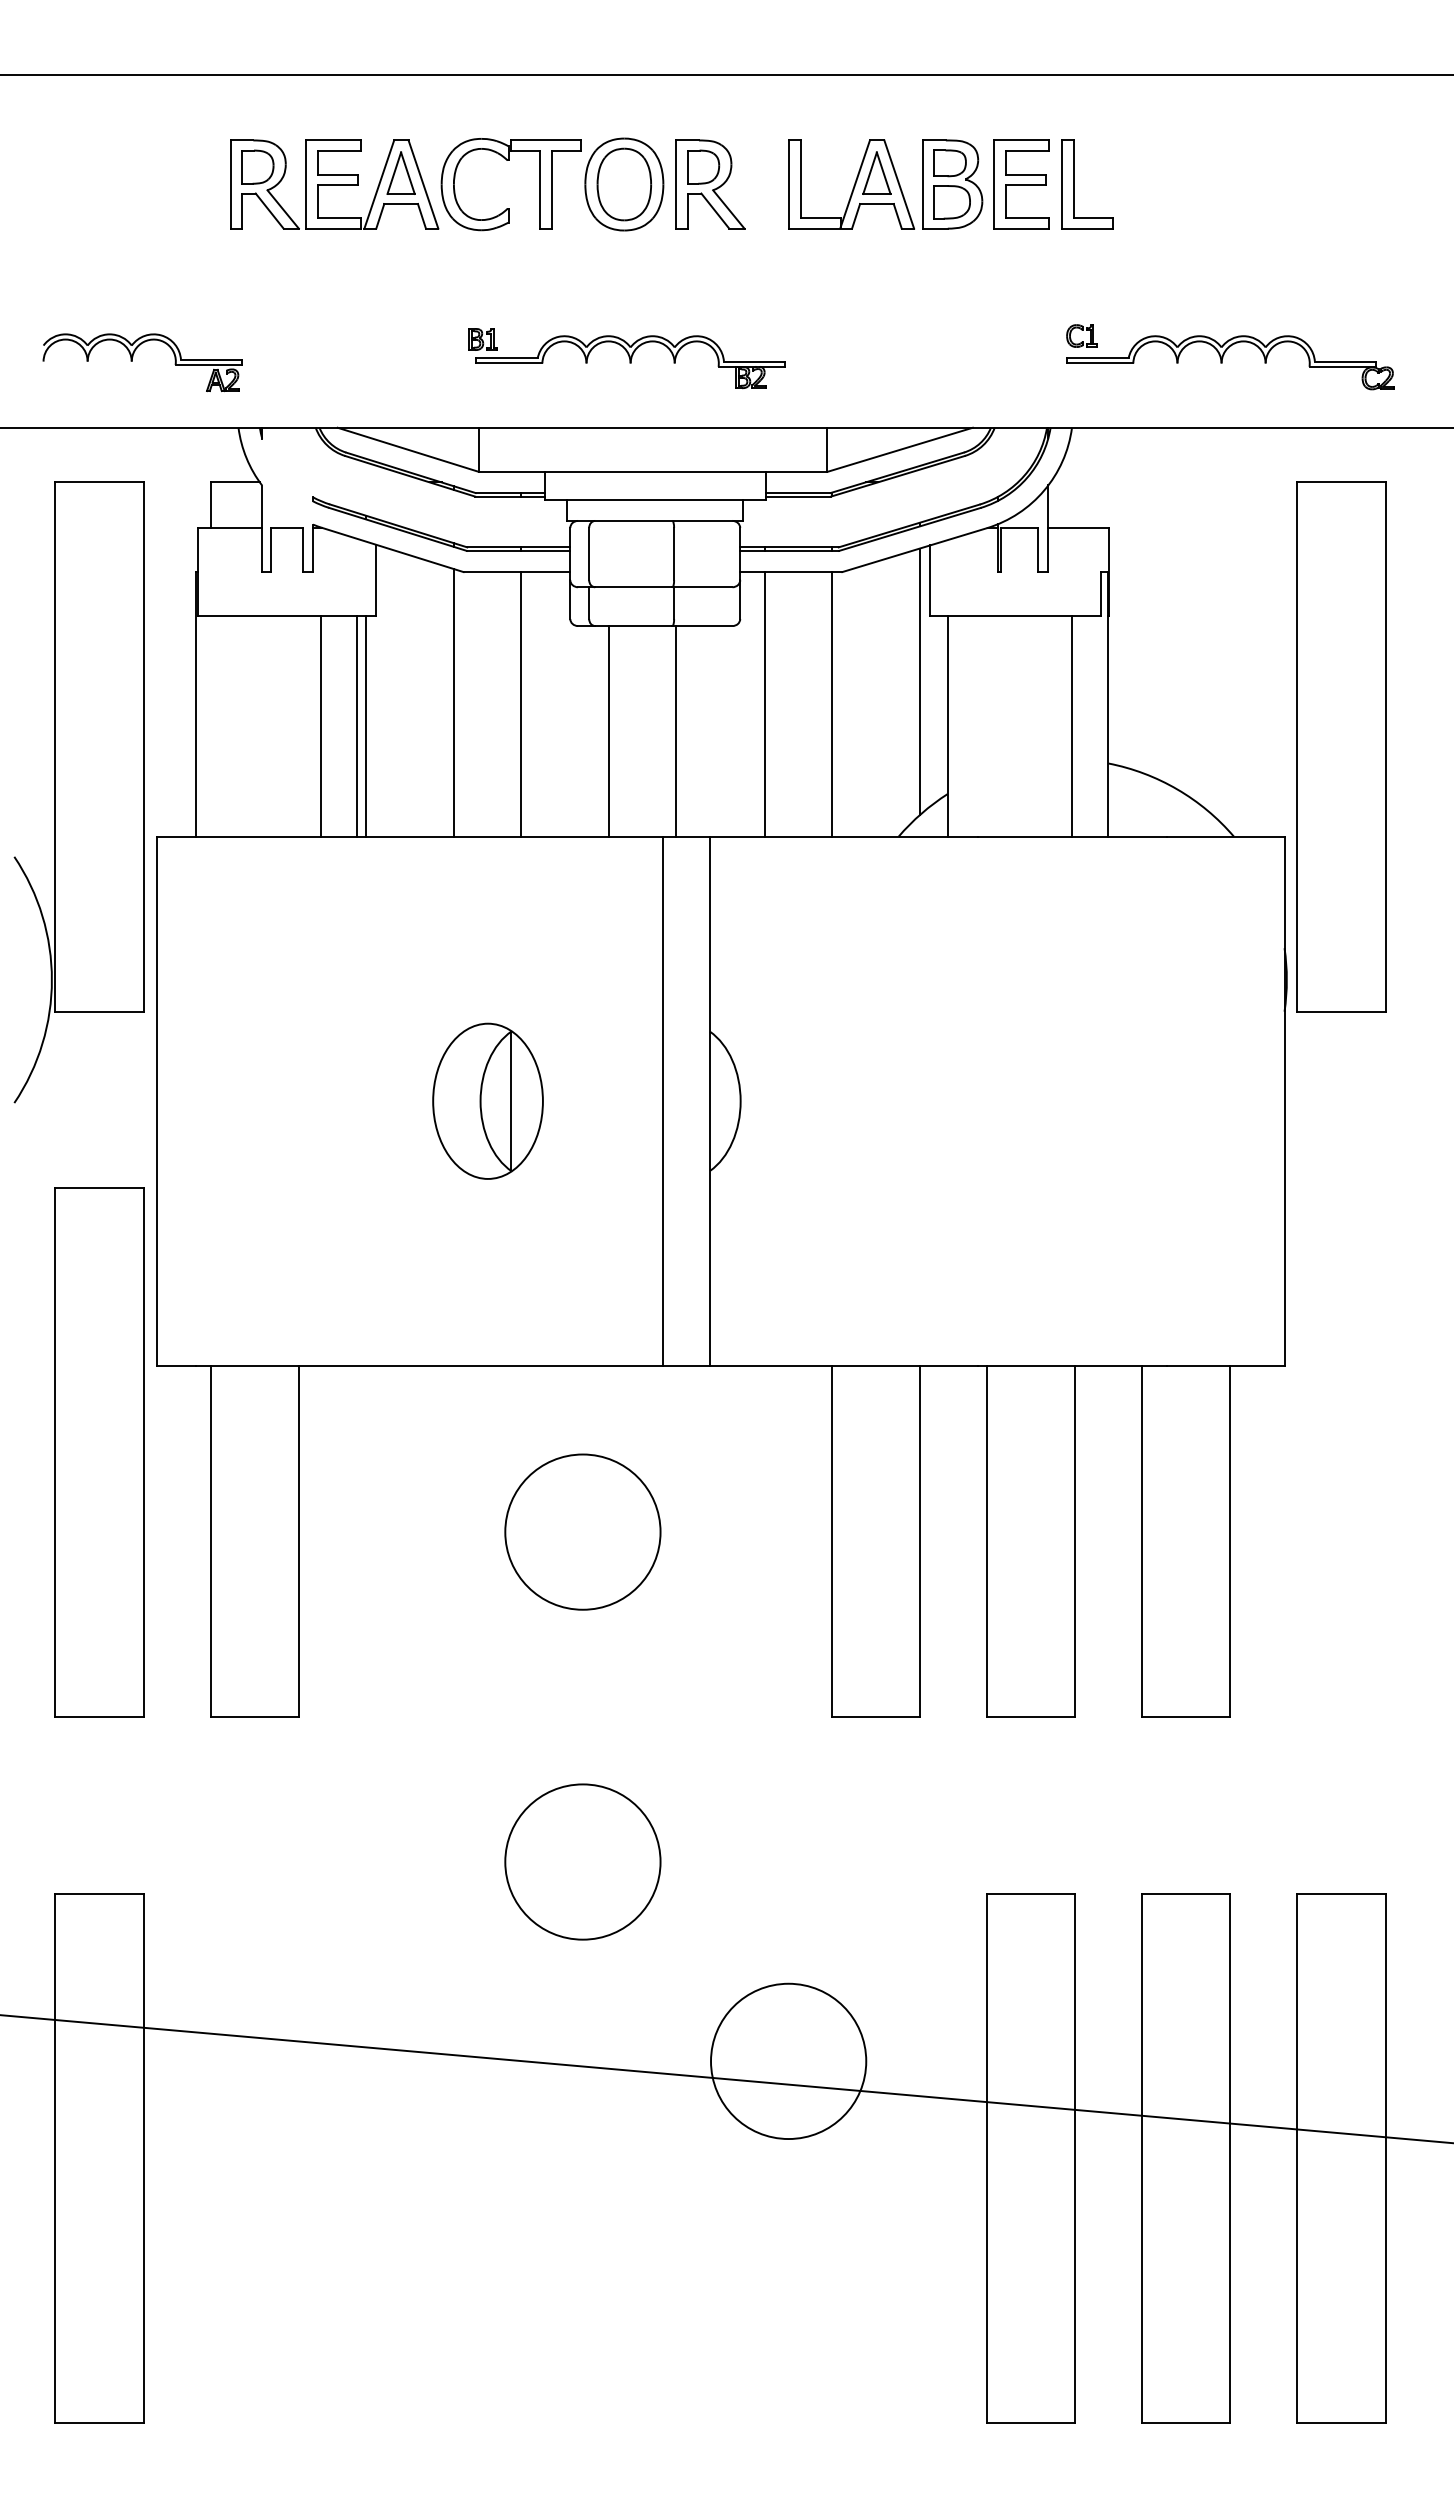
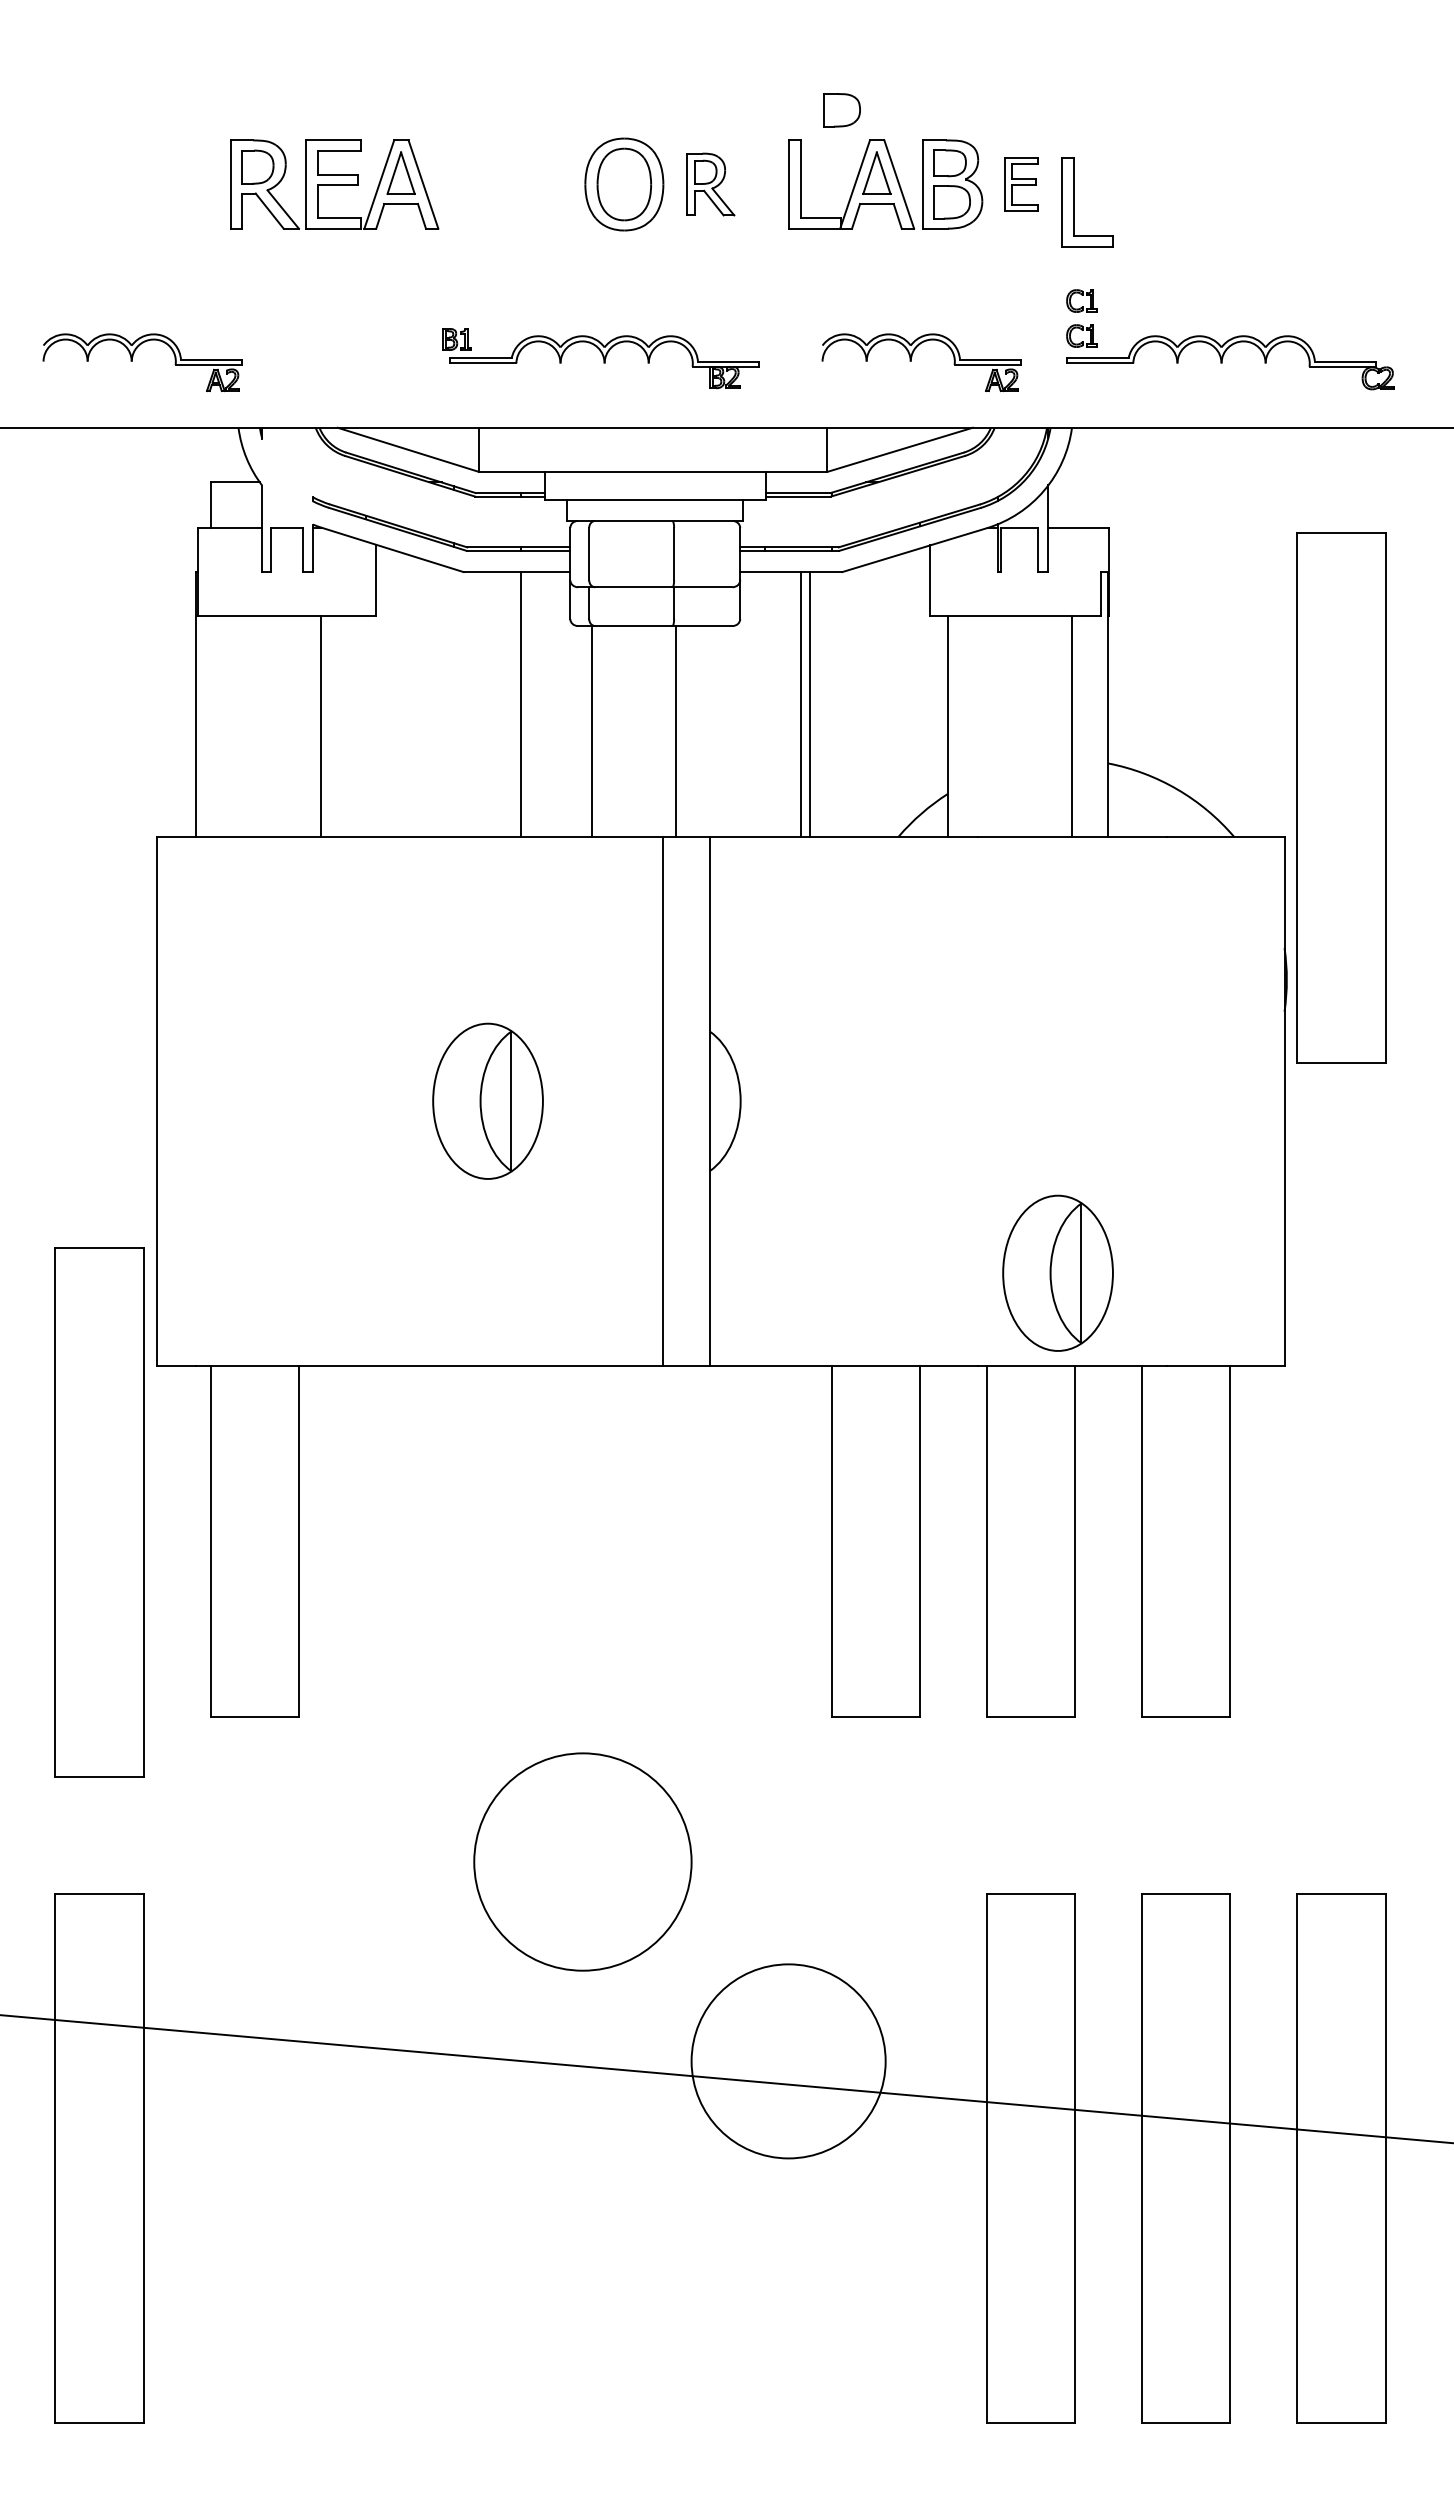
line at (726, 74): present -> none
part at (841, 110): none -> present
part at (509, 160): present -> none
part at (710, 184) size: 71x91 px -> 50x65 px
part at (1021, 184) size: 57x91 px -> 35x55 px
part at (1074, 184) position: (1074, 184) -> (1074, 202)
part at (1081, 300): none -> present
part at (626, 358) position: (626, 358) -> (600, 358)
part at (911, 361): none -> present
line at (919, 681): present -> none
line at (454, 702): present -> none
line at (764, 704) position: (764, 704) -> (809, 704)
line at (831, 704) position: (831, 704) -> (800, 704)
line at (356, 726): present -> none
line at (365, 726): present -> none
line at (609, 731) position: (609, 731) -> (592, 731)
part at (1341, 746) position: (1341, 746) -> (1341, 797)
part at (78, 792): present -> none
part at (1057, 1272): none -> present
part at (99, 1452) position: (99, 1452) -> (99, 1512)
circle at (582, 1531): present -> none
circle at (582, 1861) diameter: 155 px -> 217 px
circle at (788, 2061) diameter: 155 px -> 194 px
